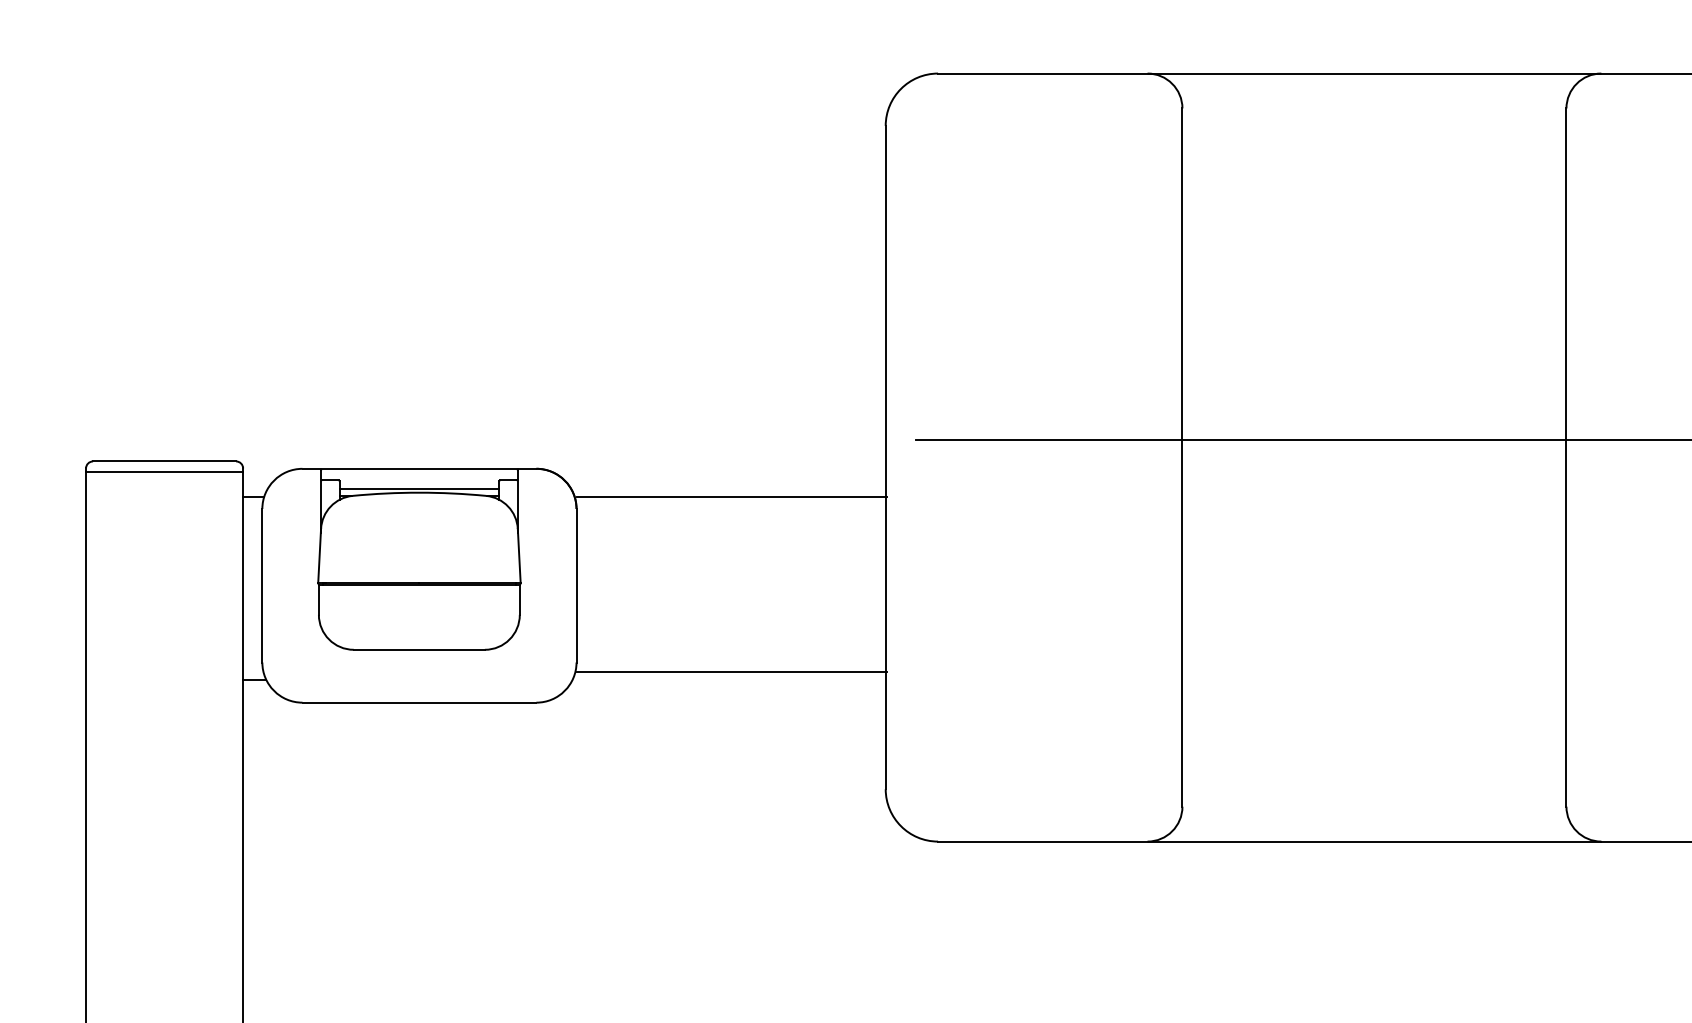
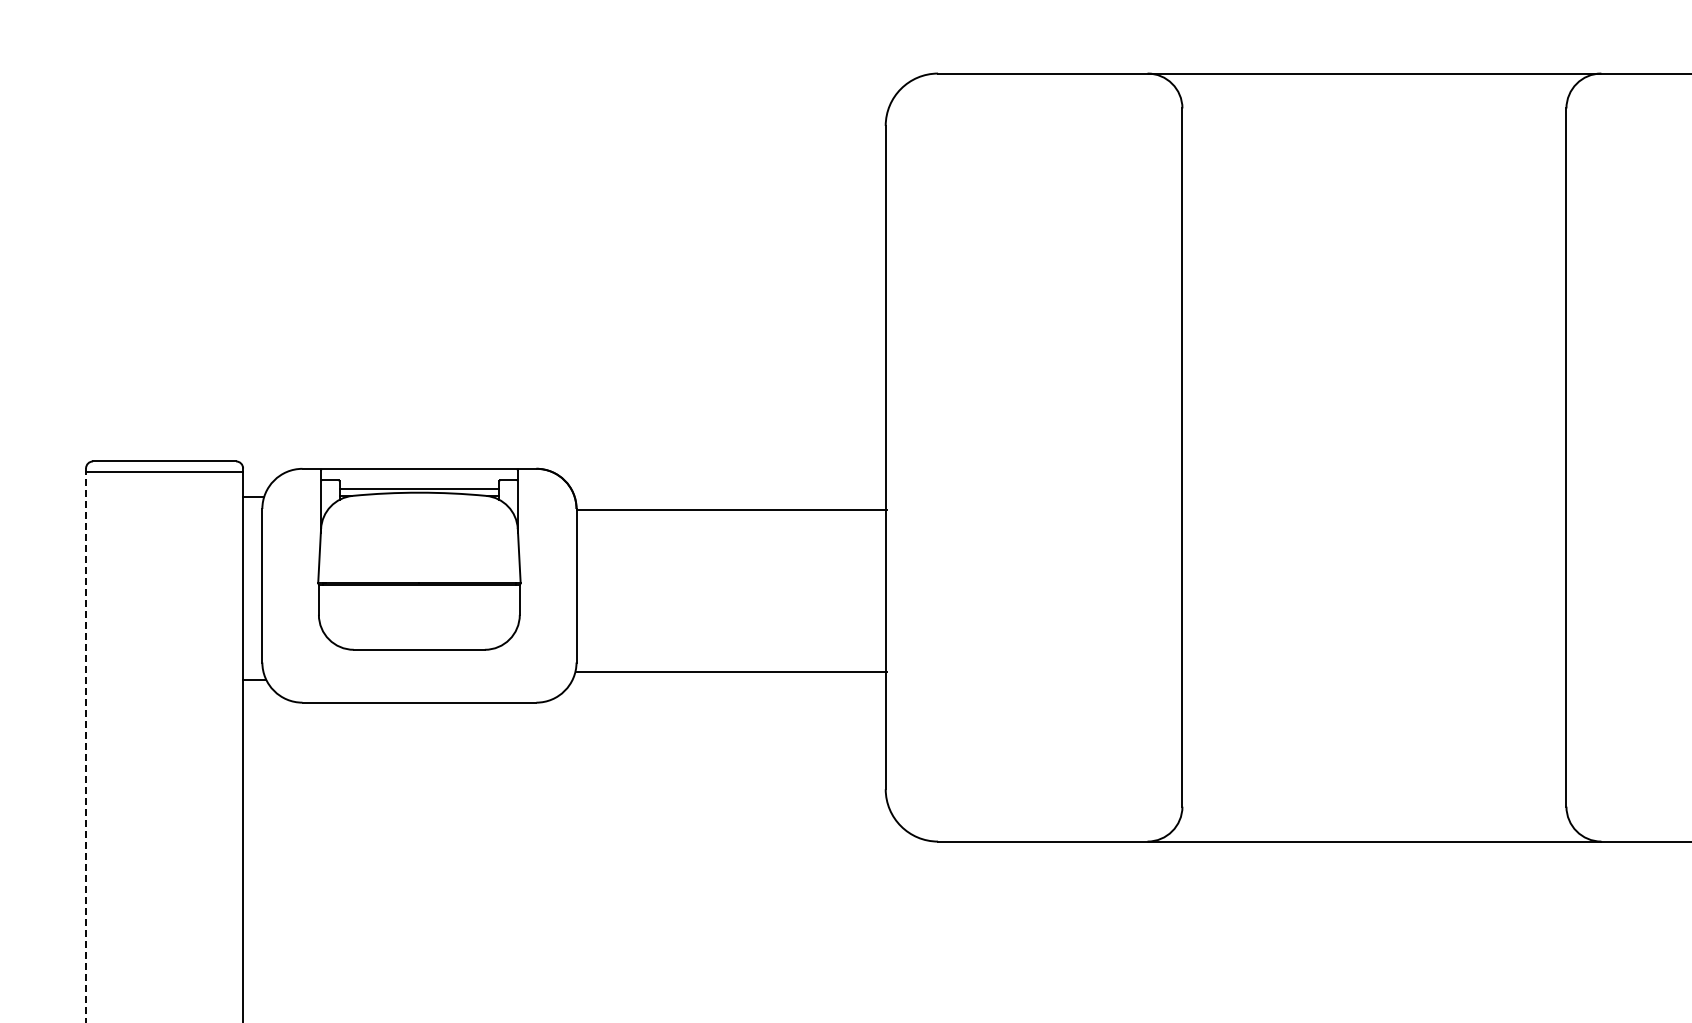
line at (1302, 440): present -> none
line at (731, 497) position: (731, 497) -> (731, 510)
line at (86, 745): solid -> dashed
